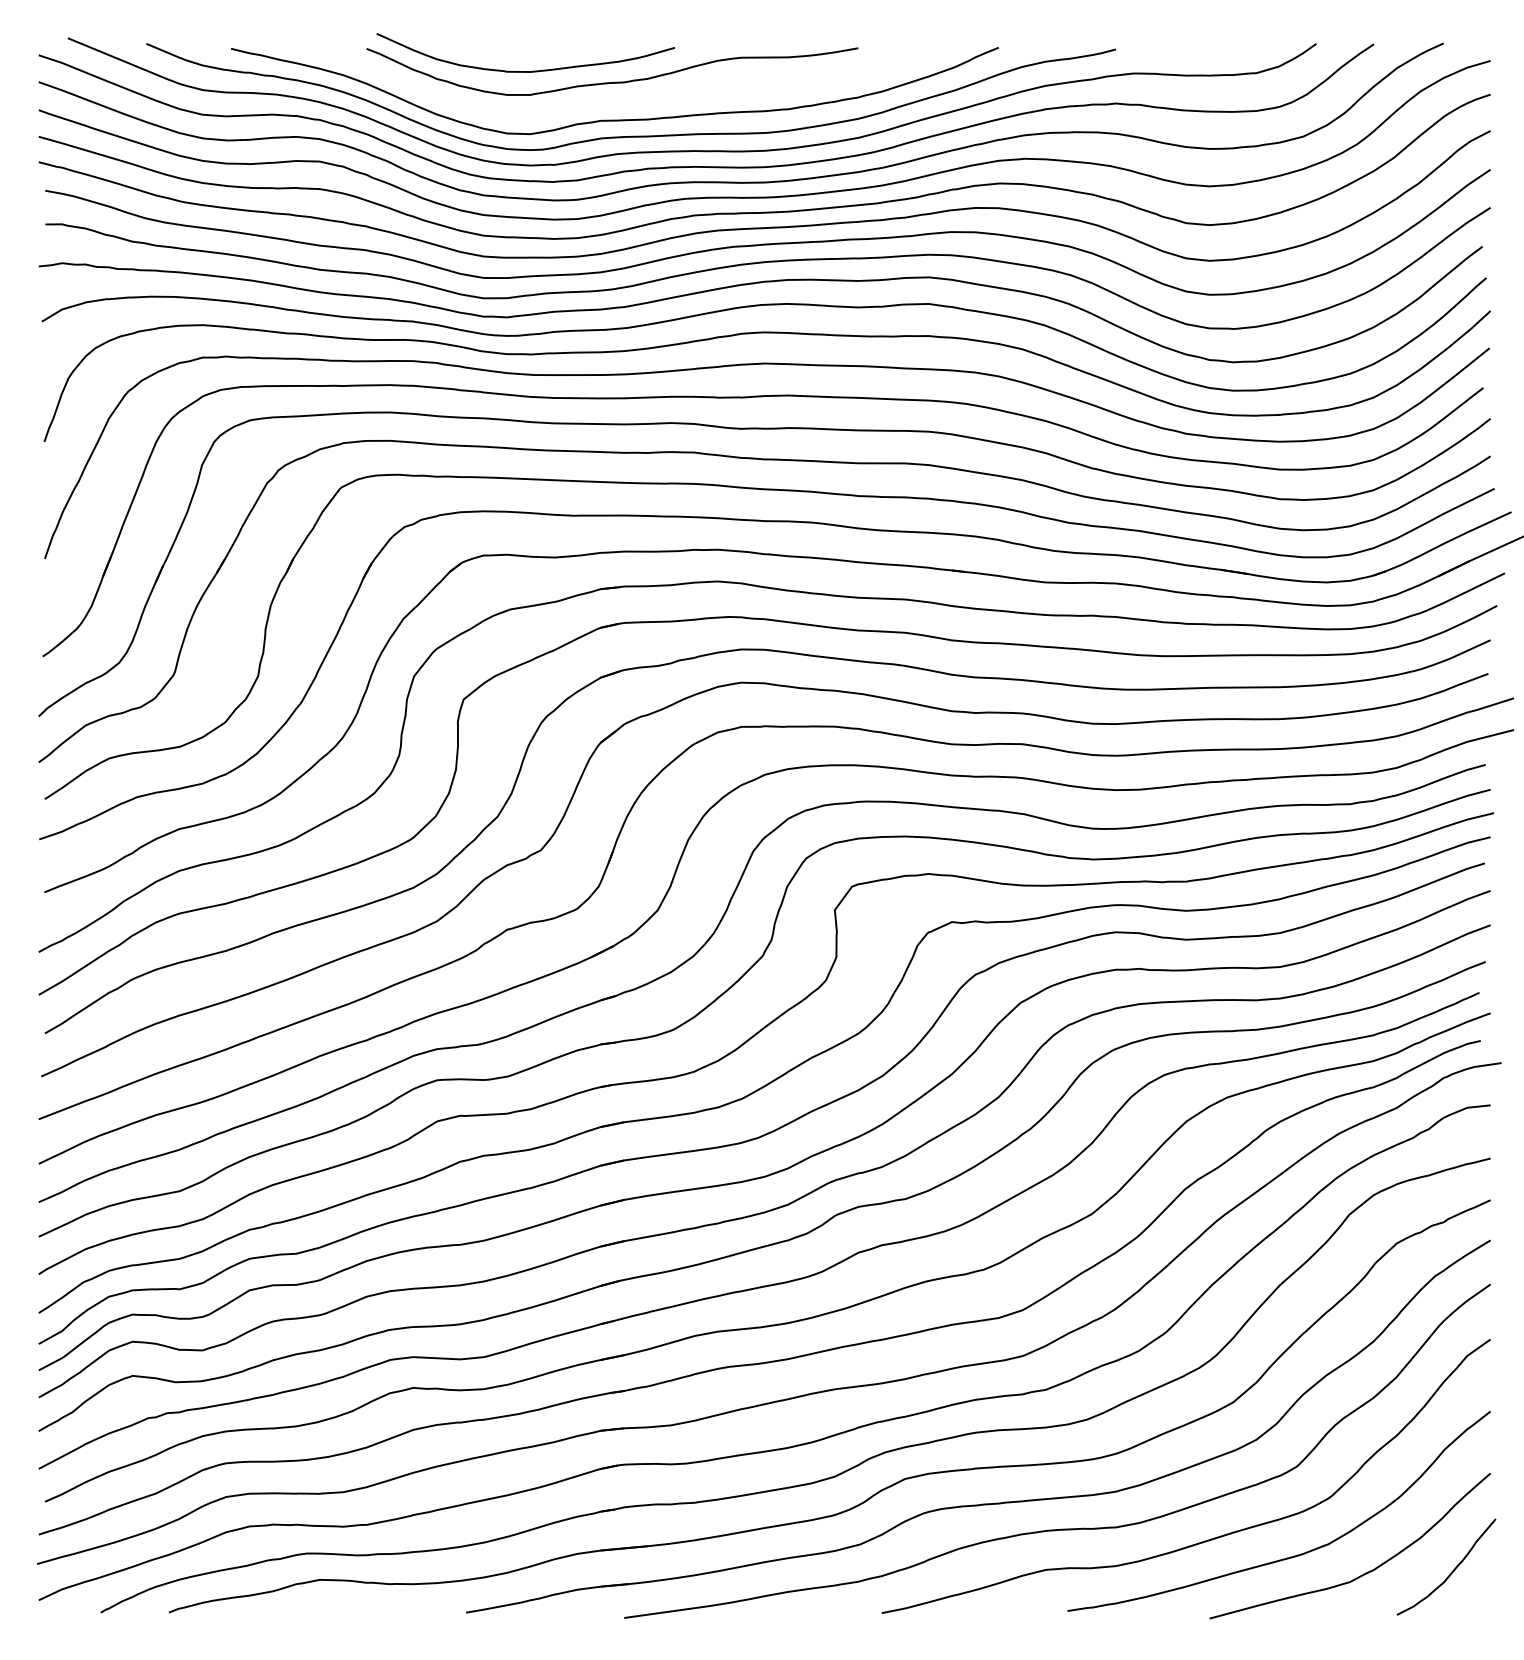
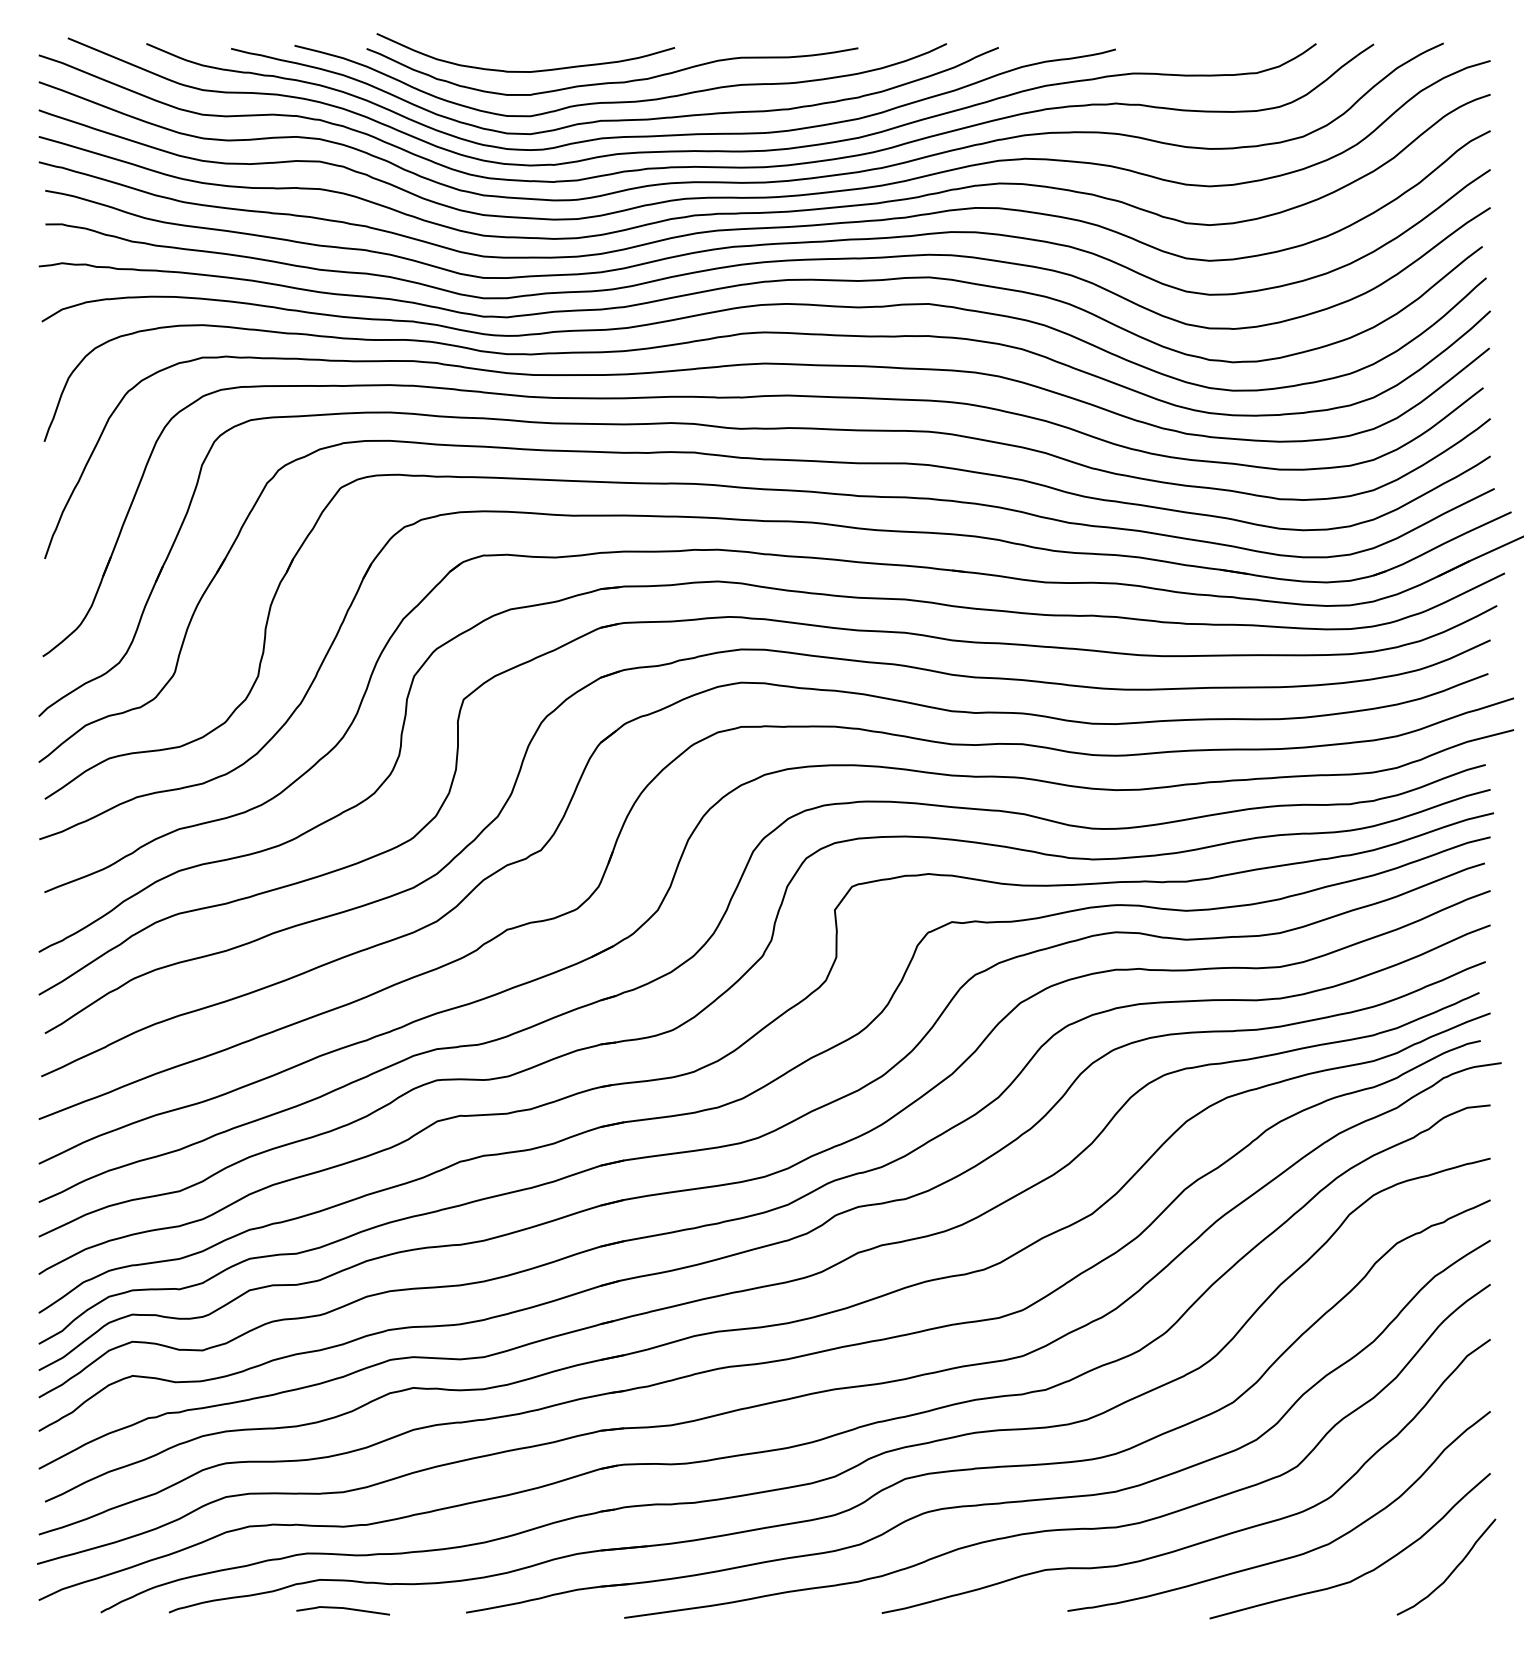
curve at (620, 101): none -> present
line at (342, 1608): none -> present
